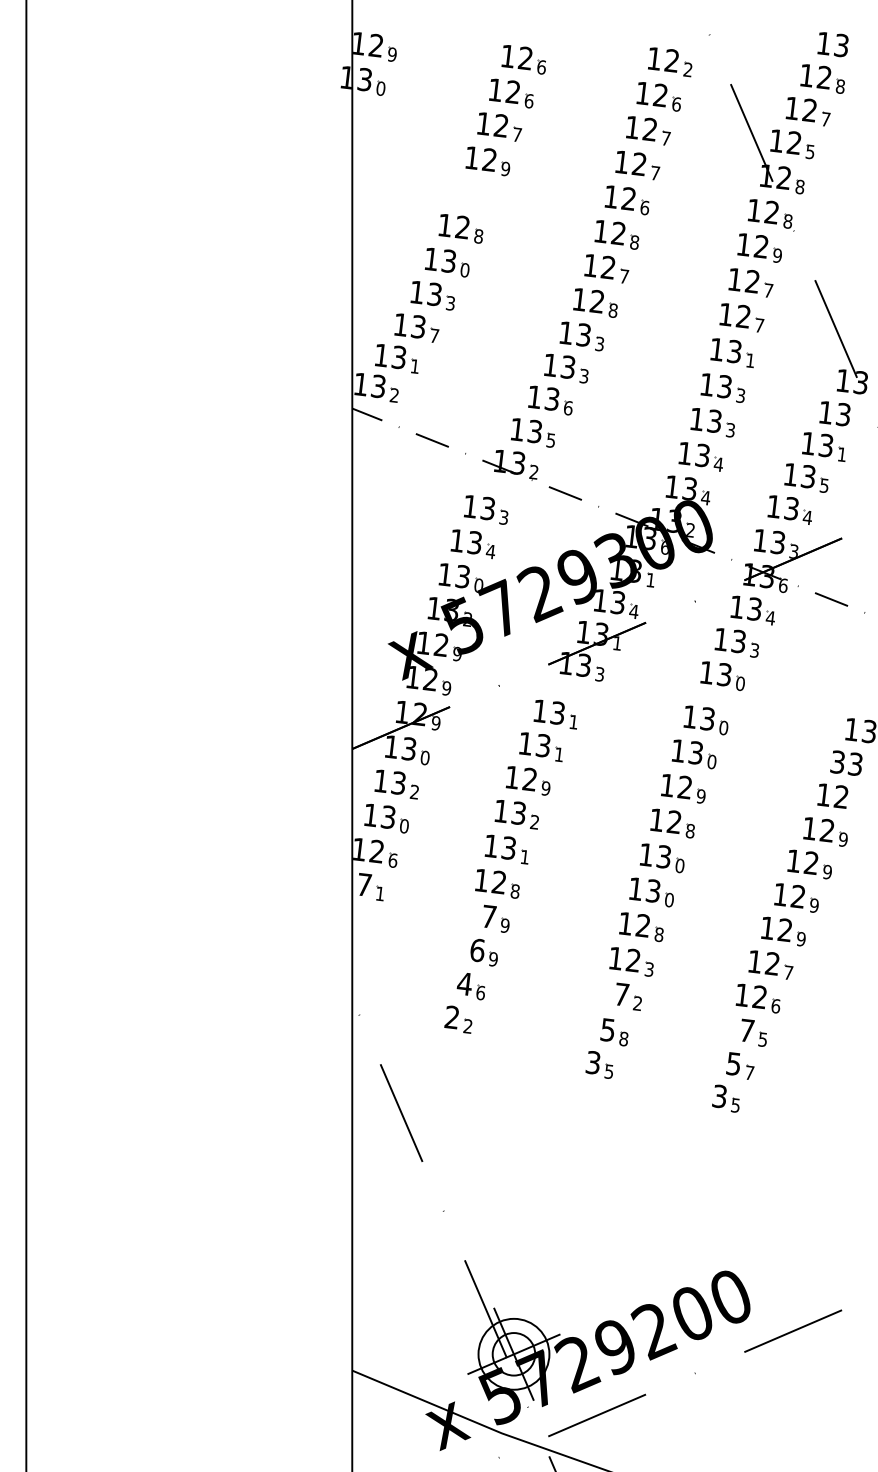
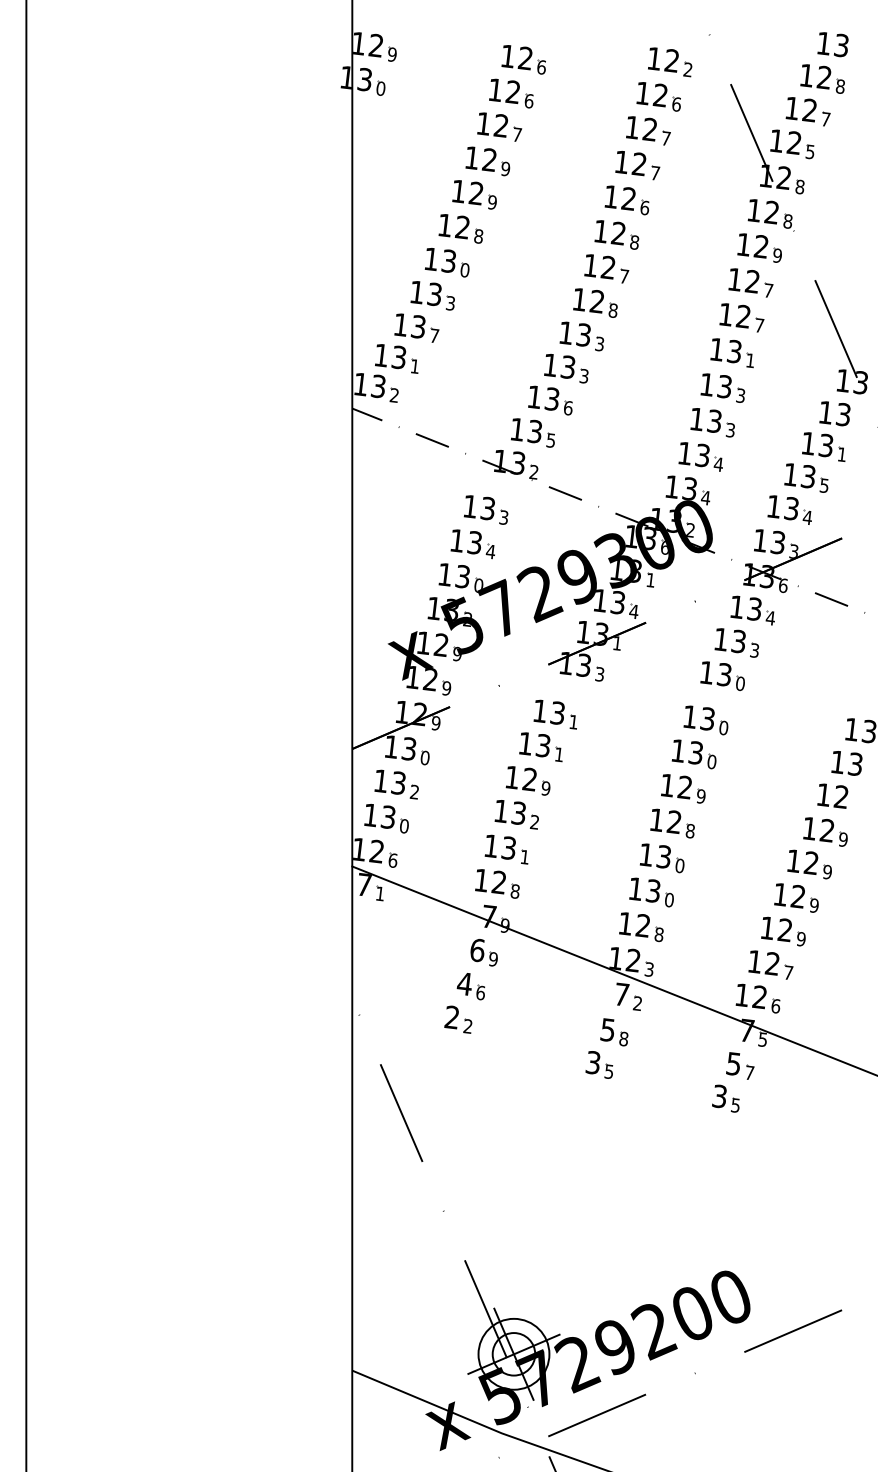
part at (474, 194): none -> present
text at (837, 762): 33 -> 13
line at (613, 970): none -> present
